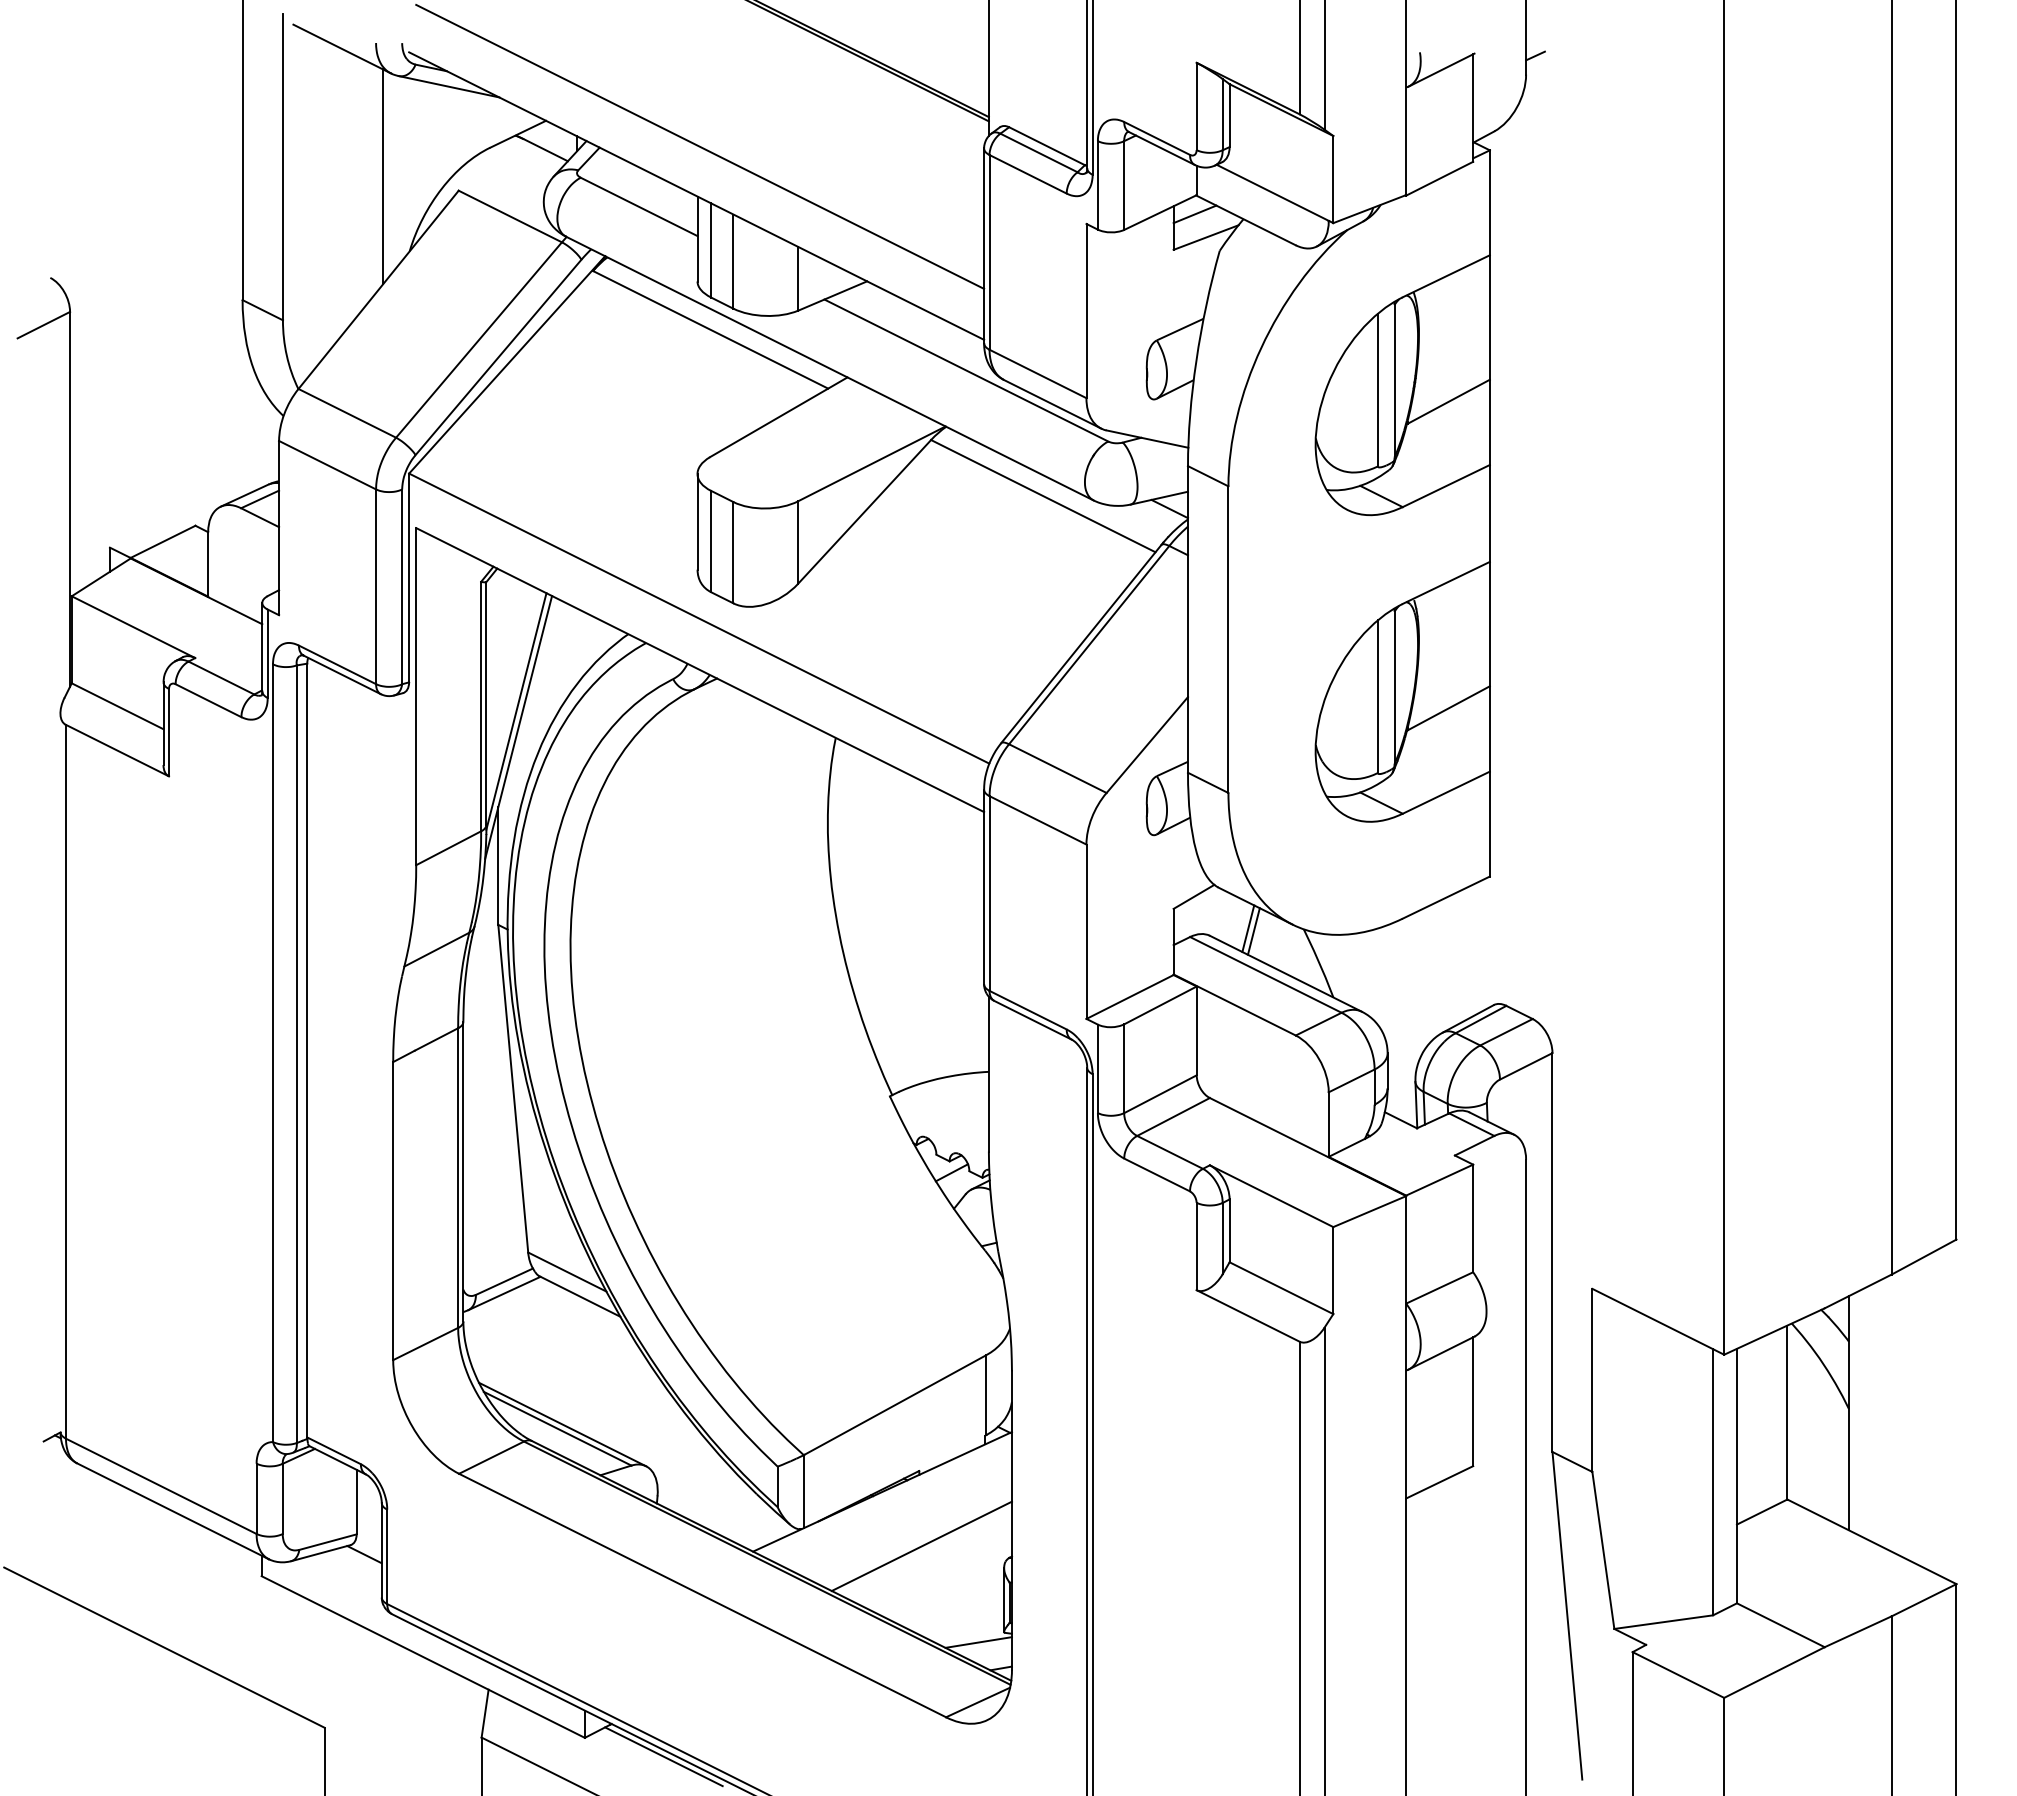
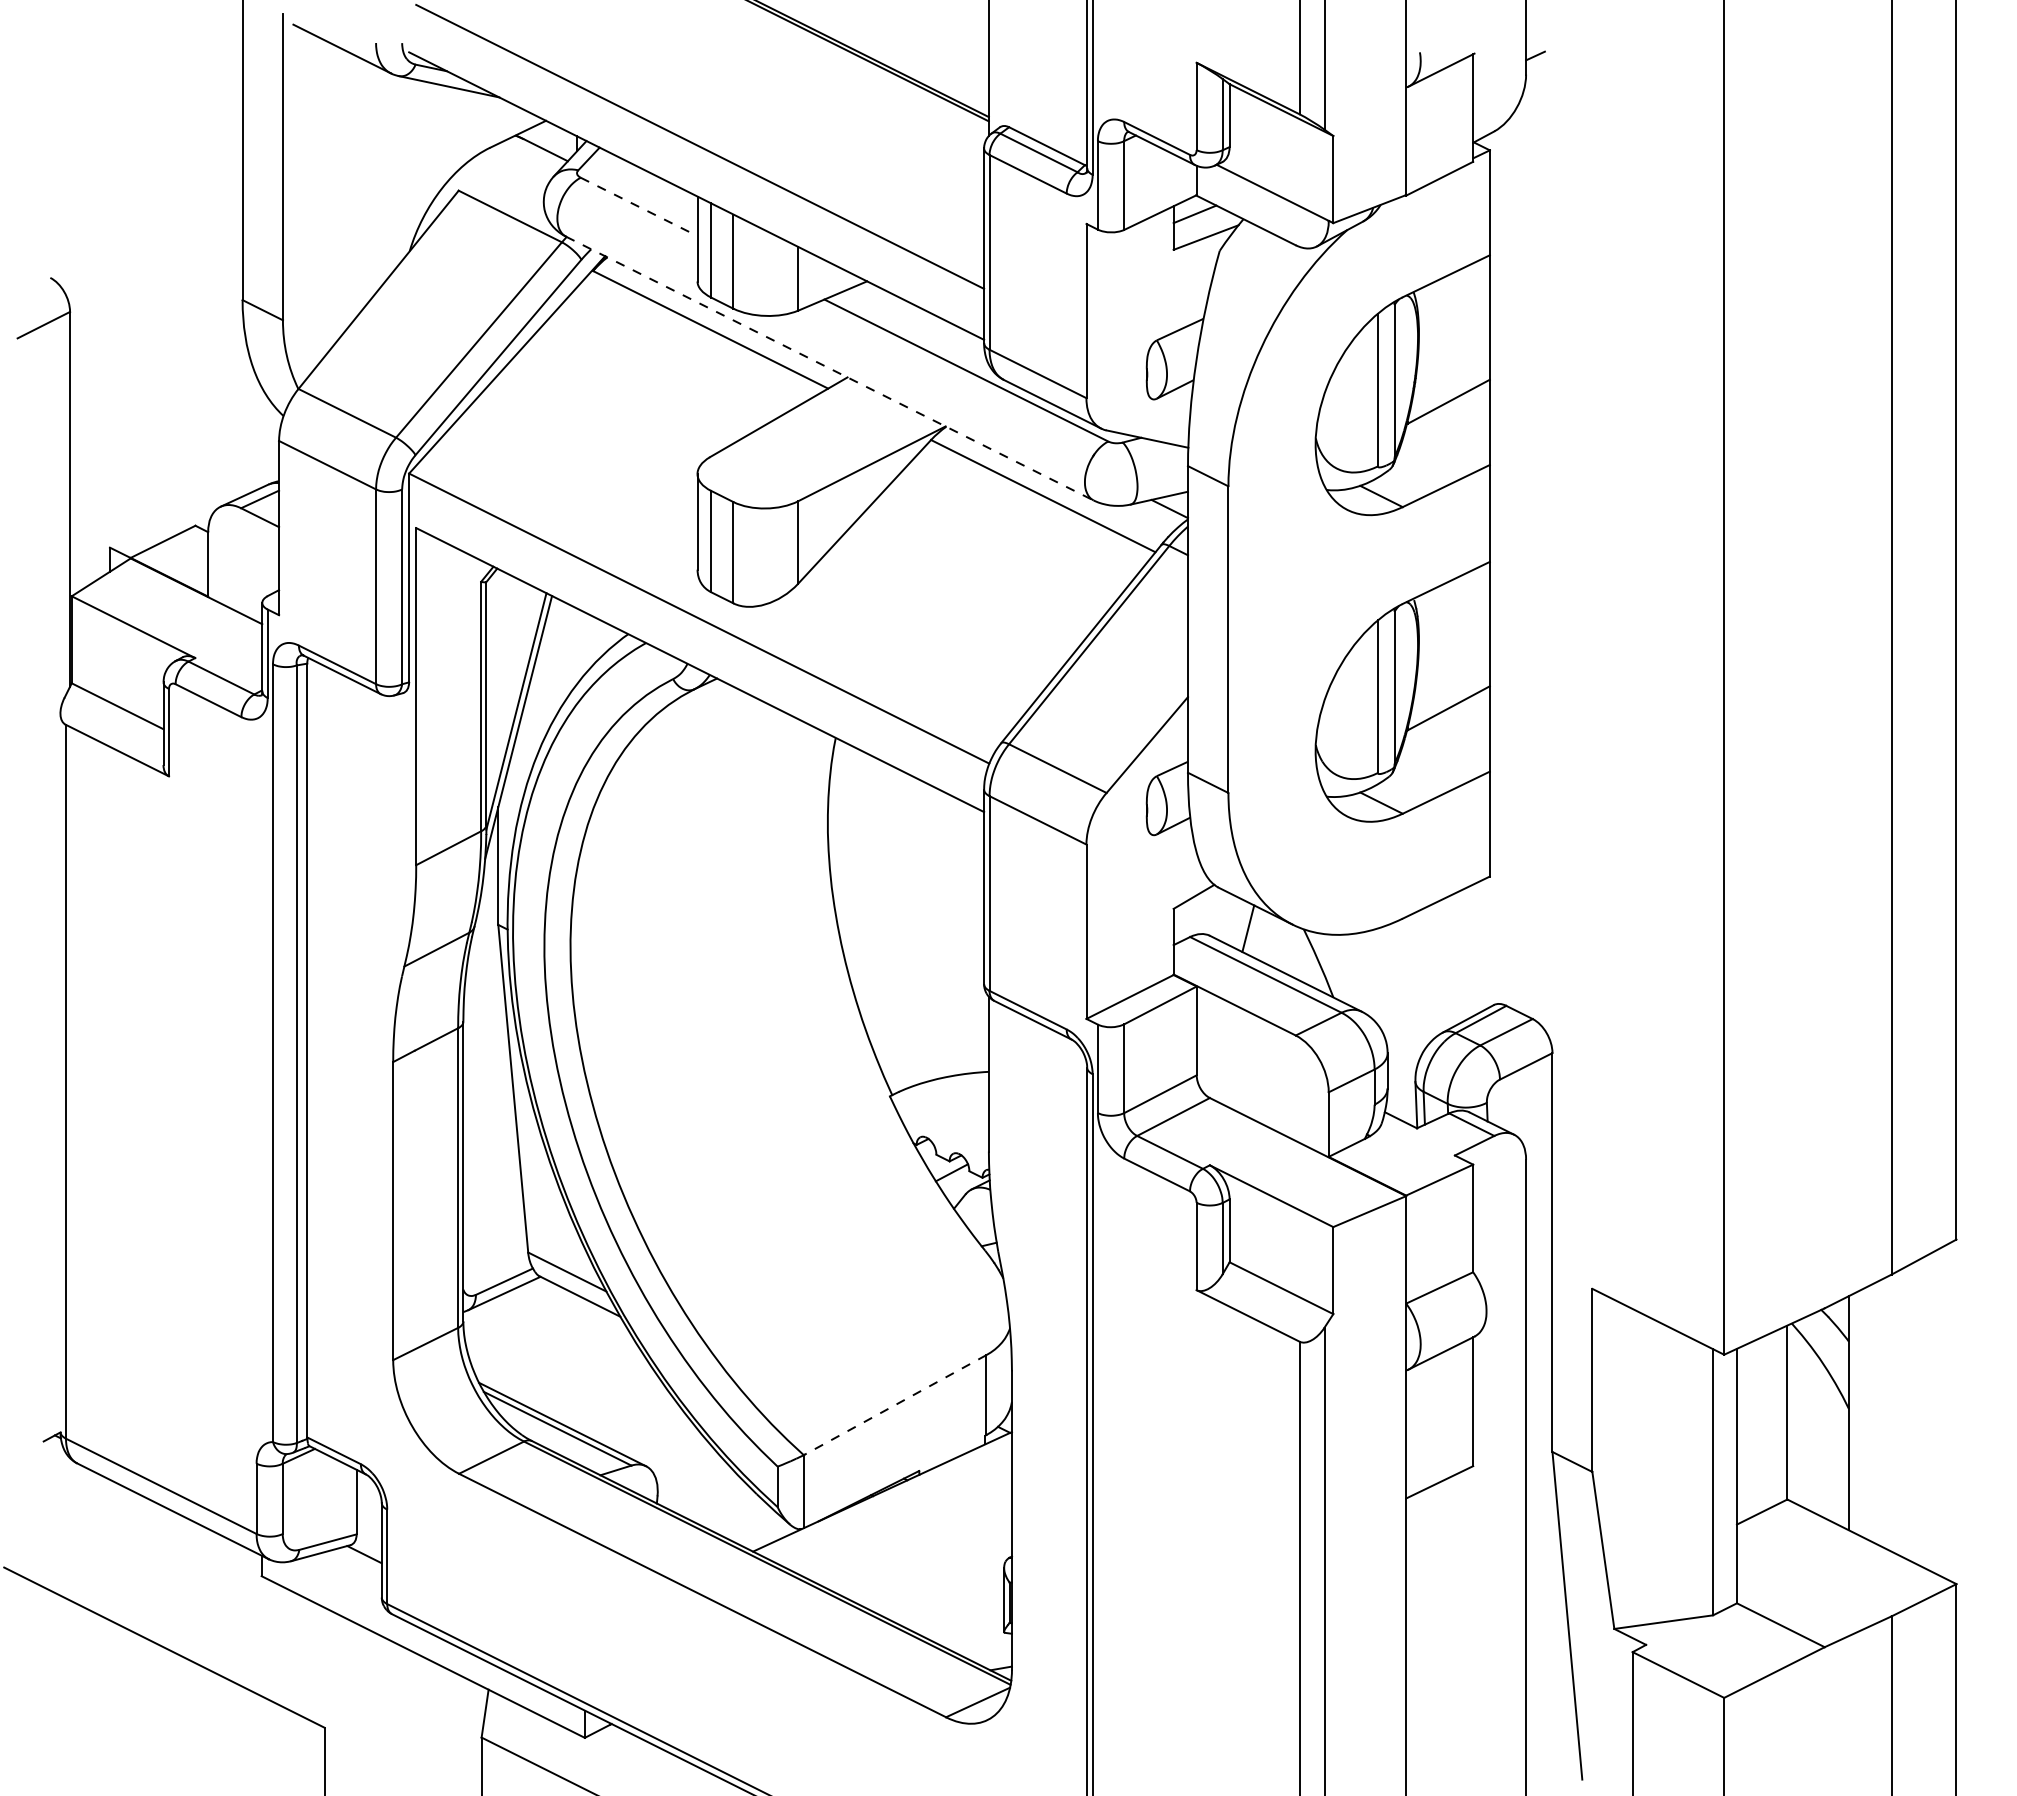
line at (382, 176): present -> none
line at (639, 207): solid -> dashed
line at (829, 368): solid -> dashed
line at (1253, 931): present -> none
line at (894, 1405): solid -> dashed
line at (921, 1546): present -> none
line at (978, 1642): present -> none
line at (663, 1756): present -> none
